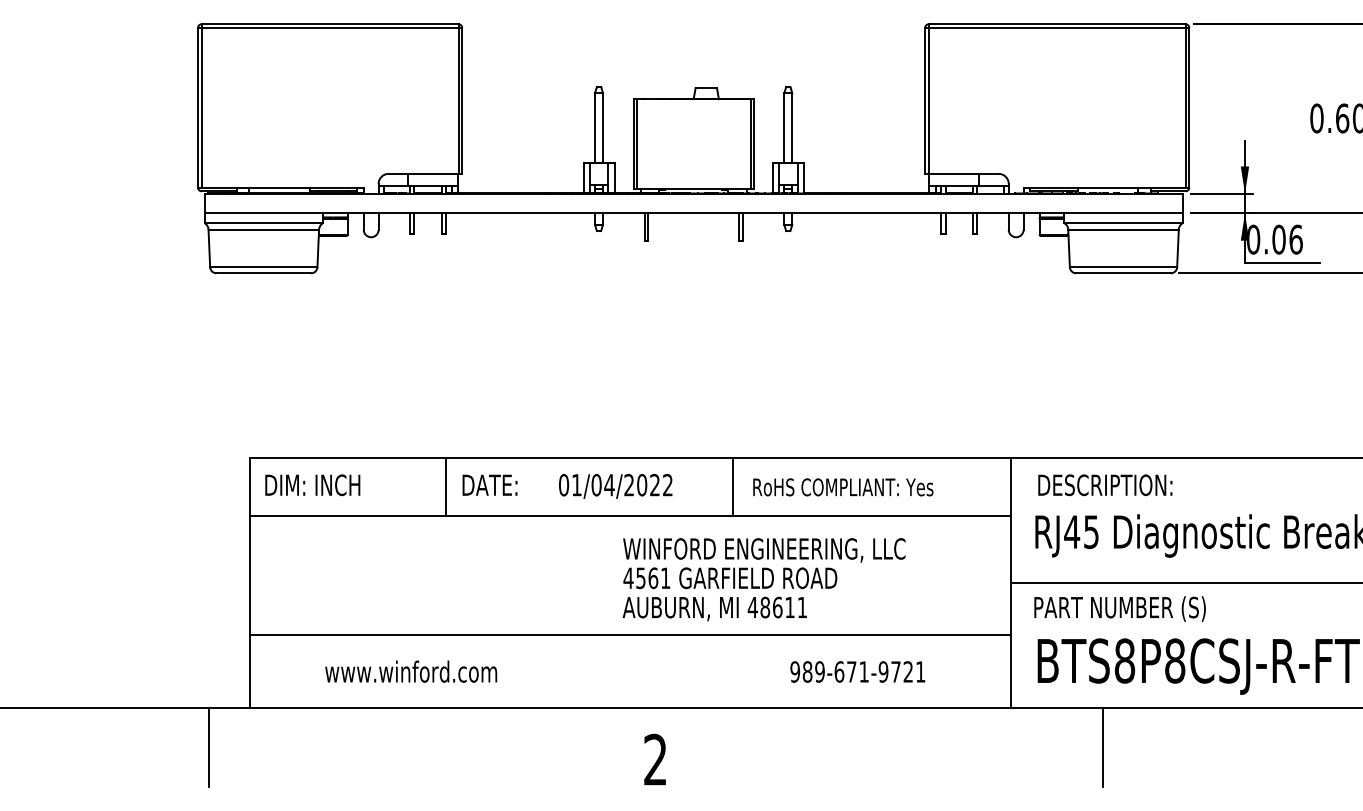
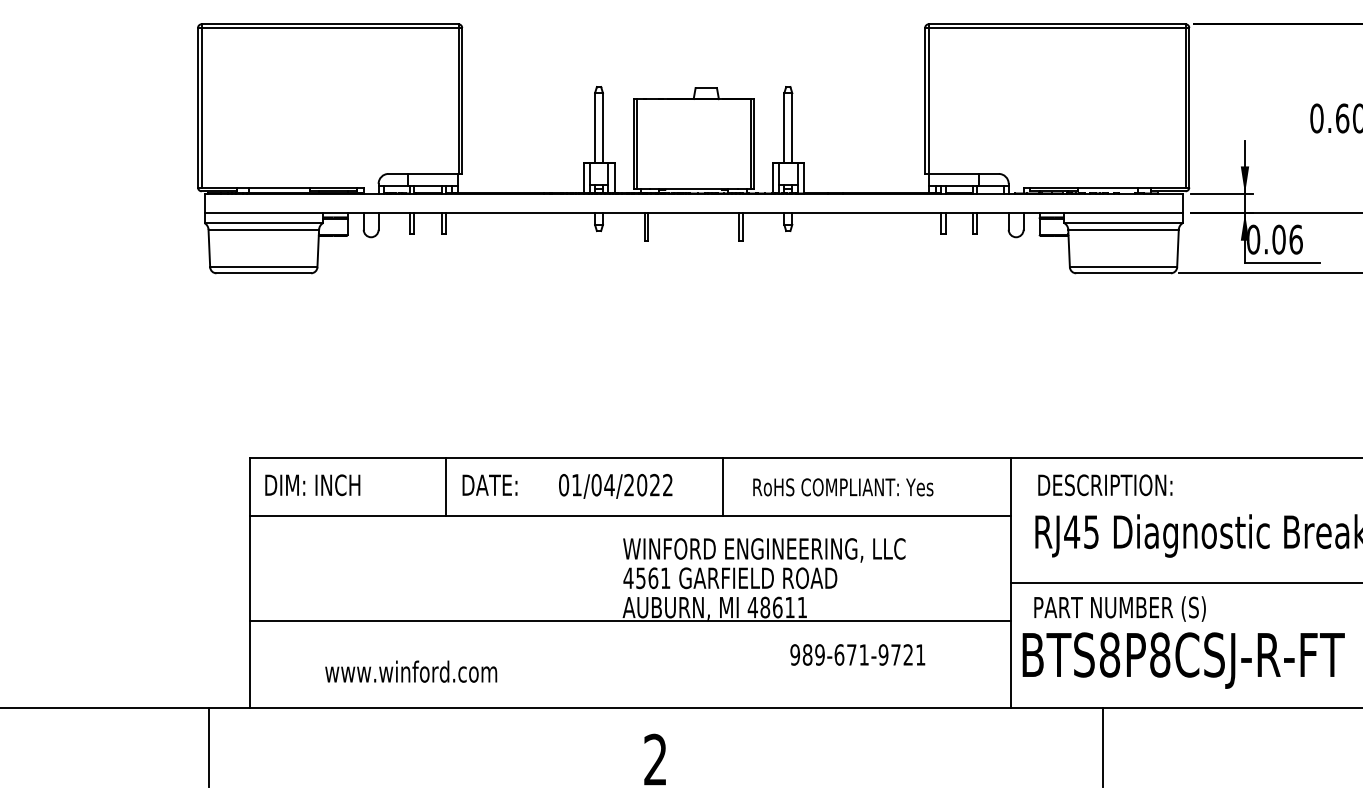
line at (733, 486) position: (733, 486) -> (723, 486)
line at (629, 634) position: (629, 634) -> (629, 620)
text at (1198, 666) position: (1198, 666) -> (1183, 660)
text at (857, 671) position: (857, 671) -> (857, 654)
